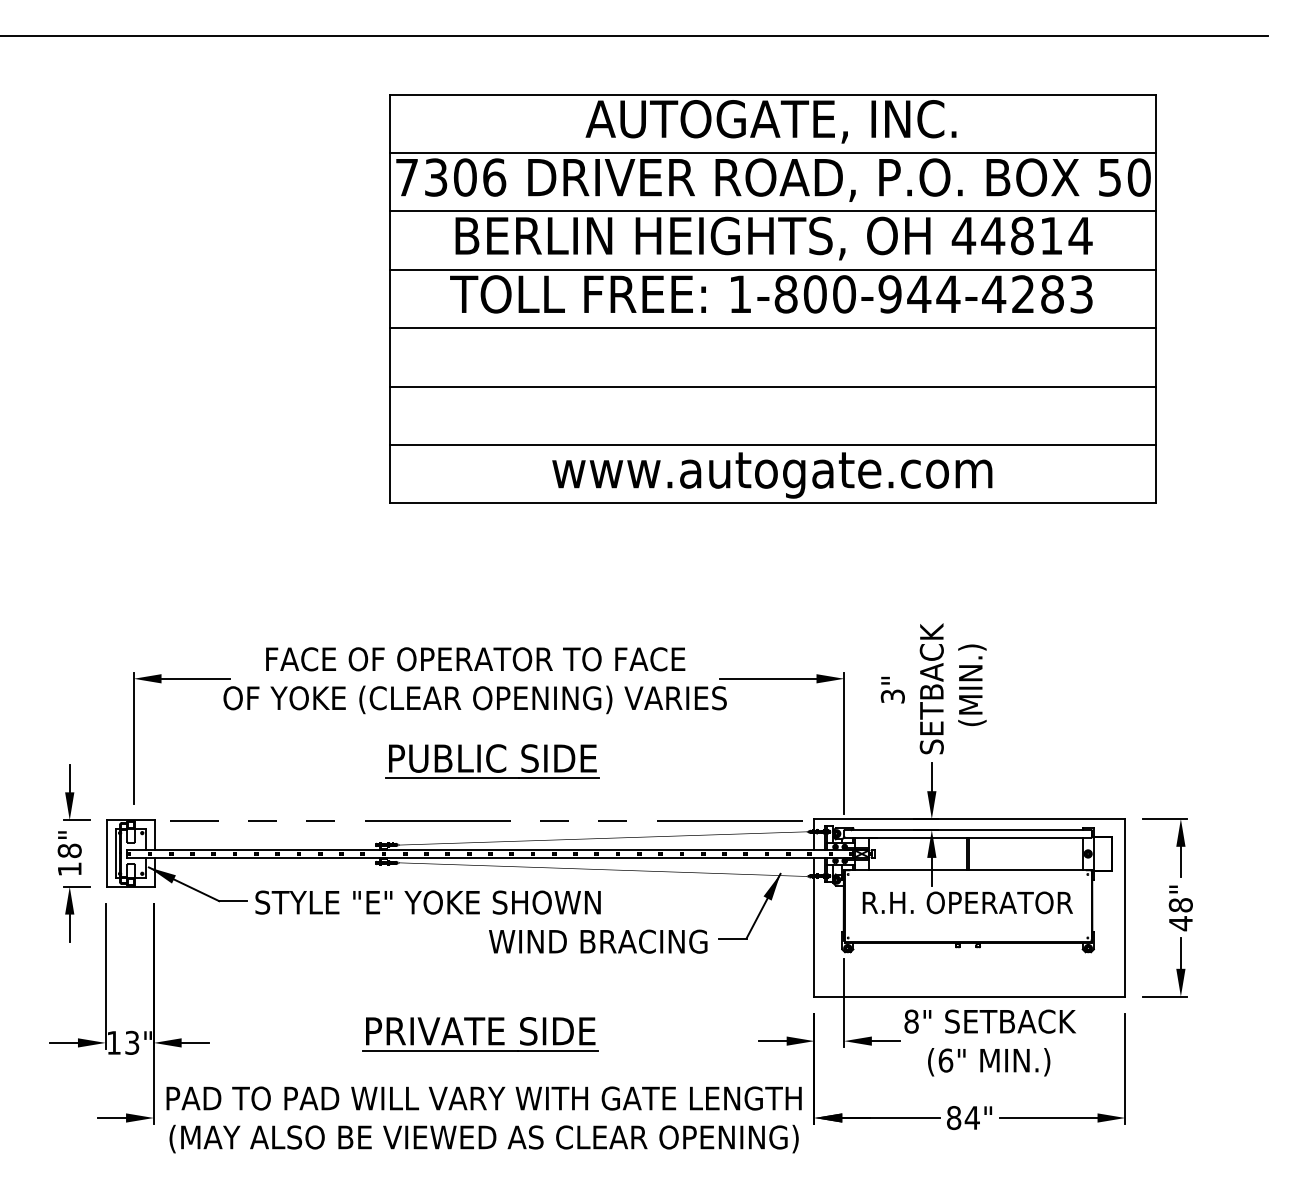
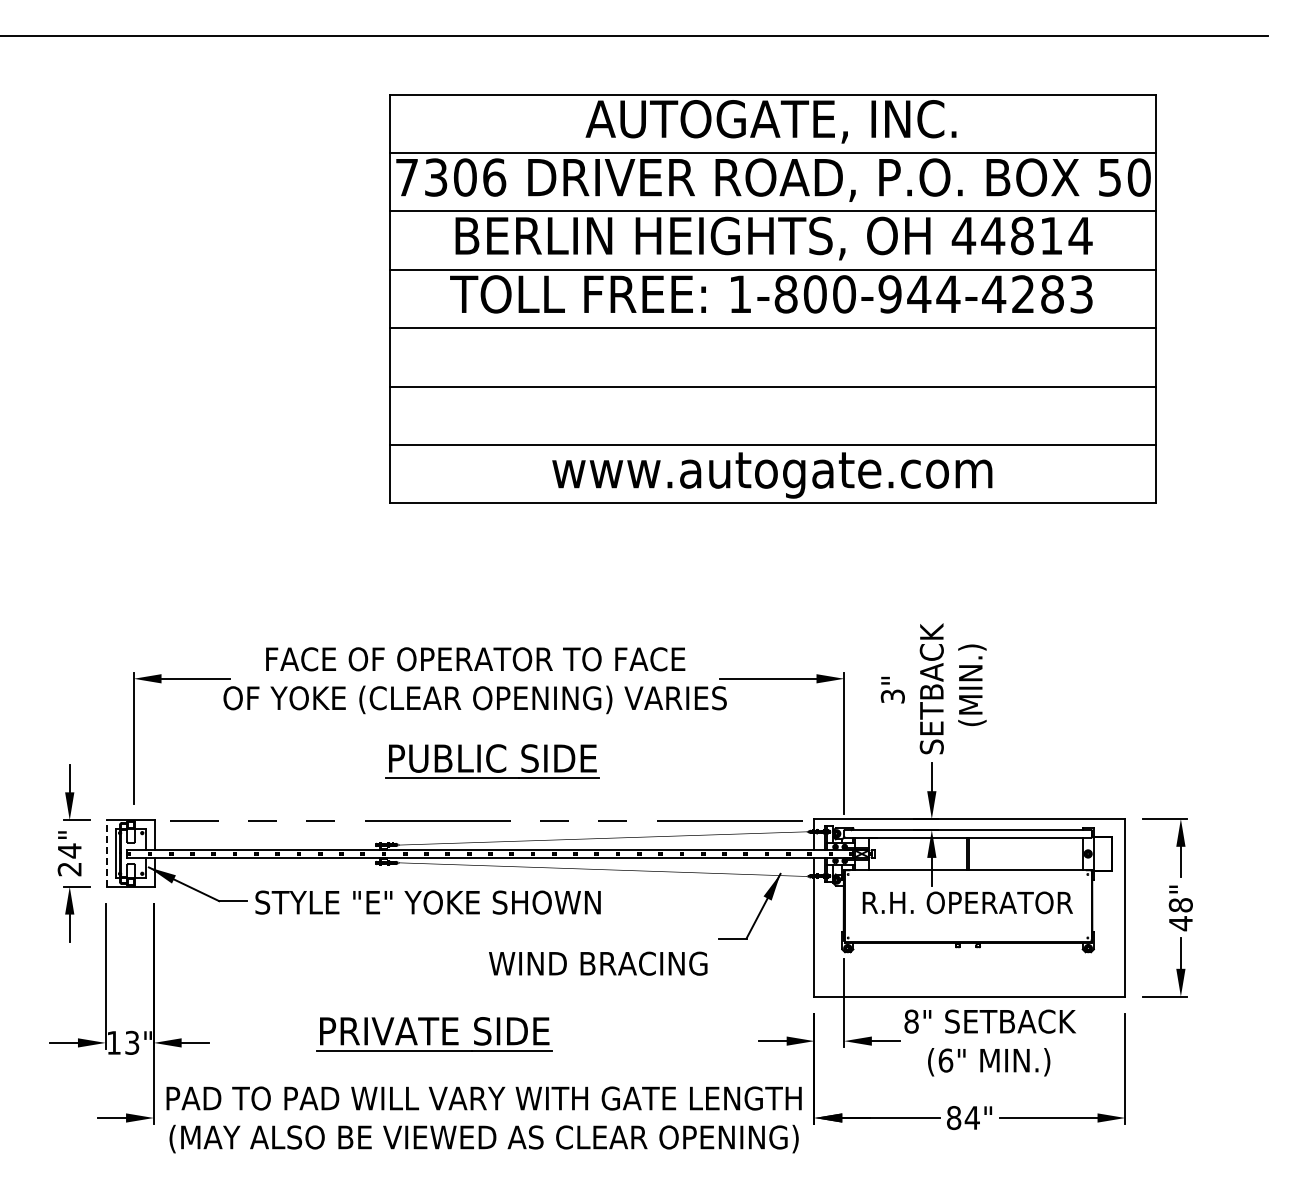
line at (107, 852): solid -> dashed
text at (69, 859): 18" -> 24"
text at (598, 941) position: (598, 941) -> (598, 963)
part at (480, 1034) position: (480, 1034) -> (434, 1034)
